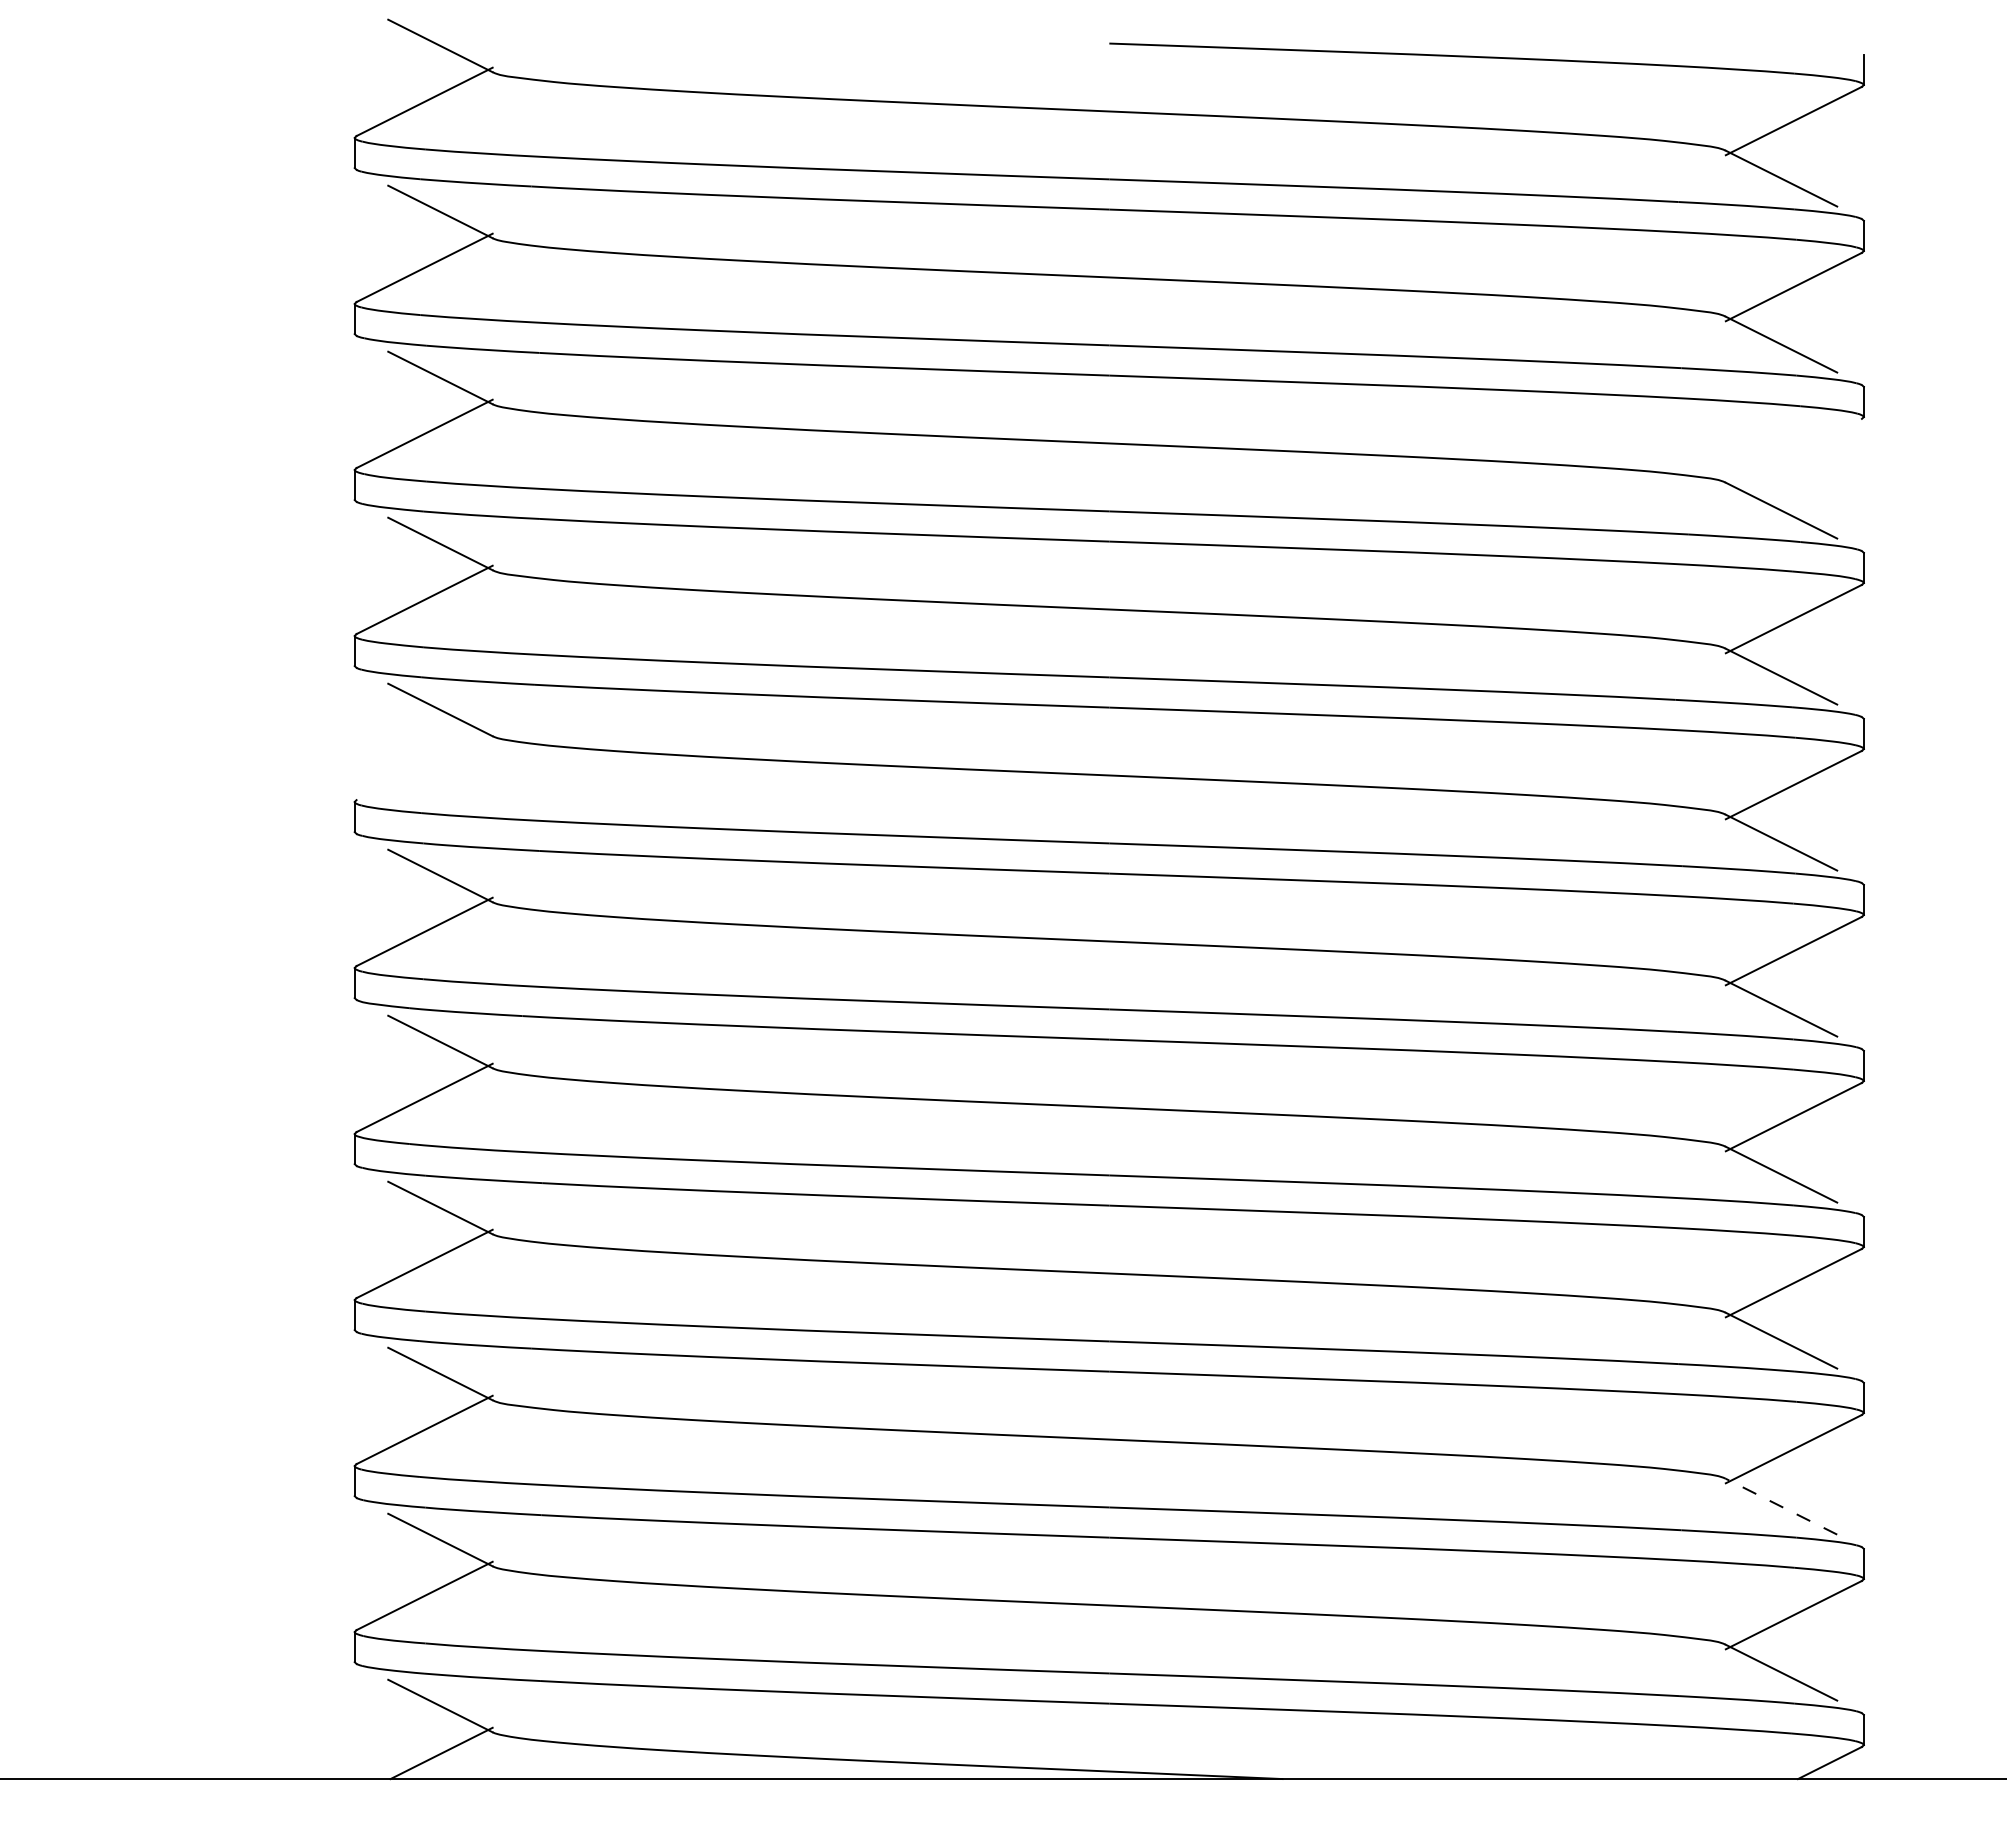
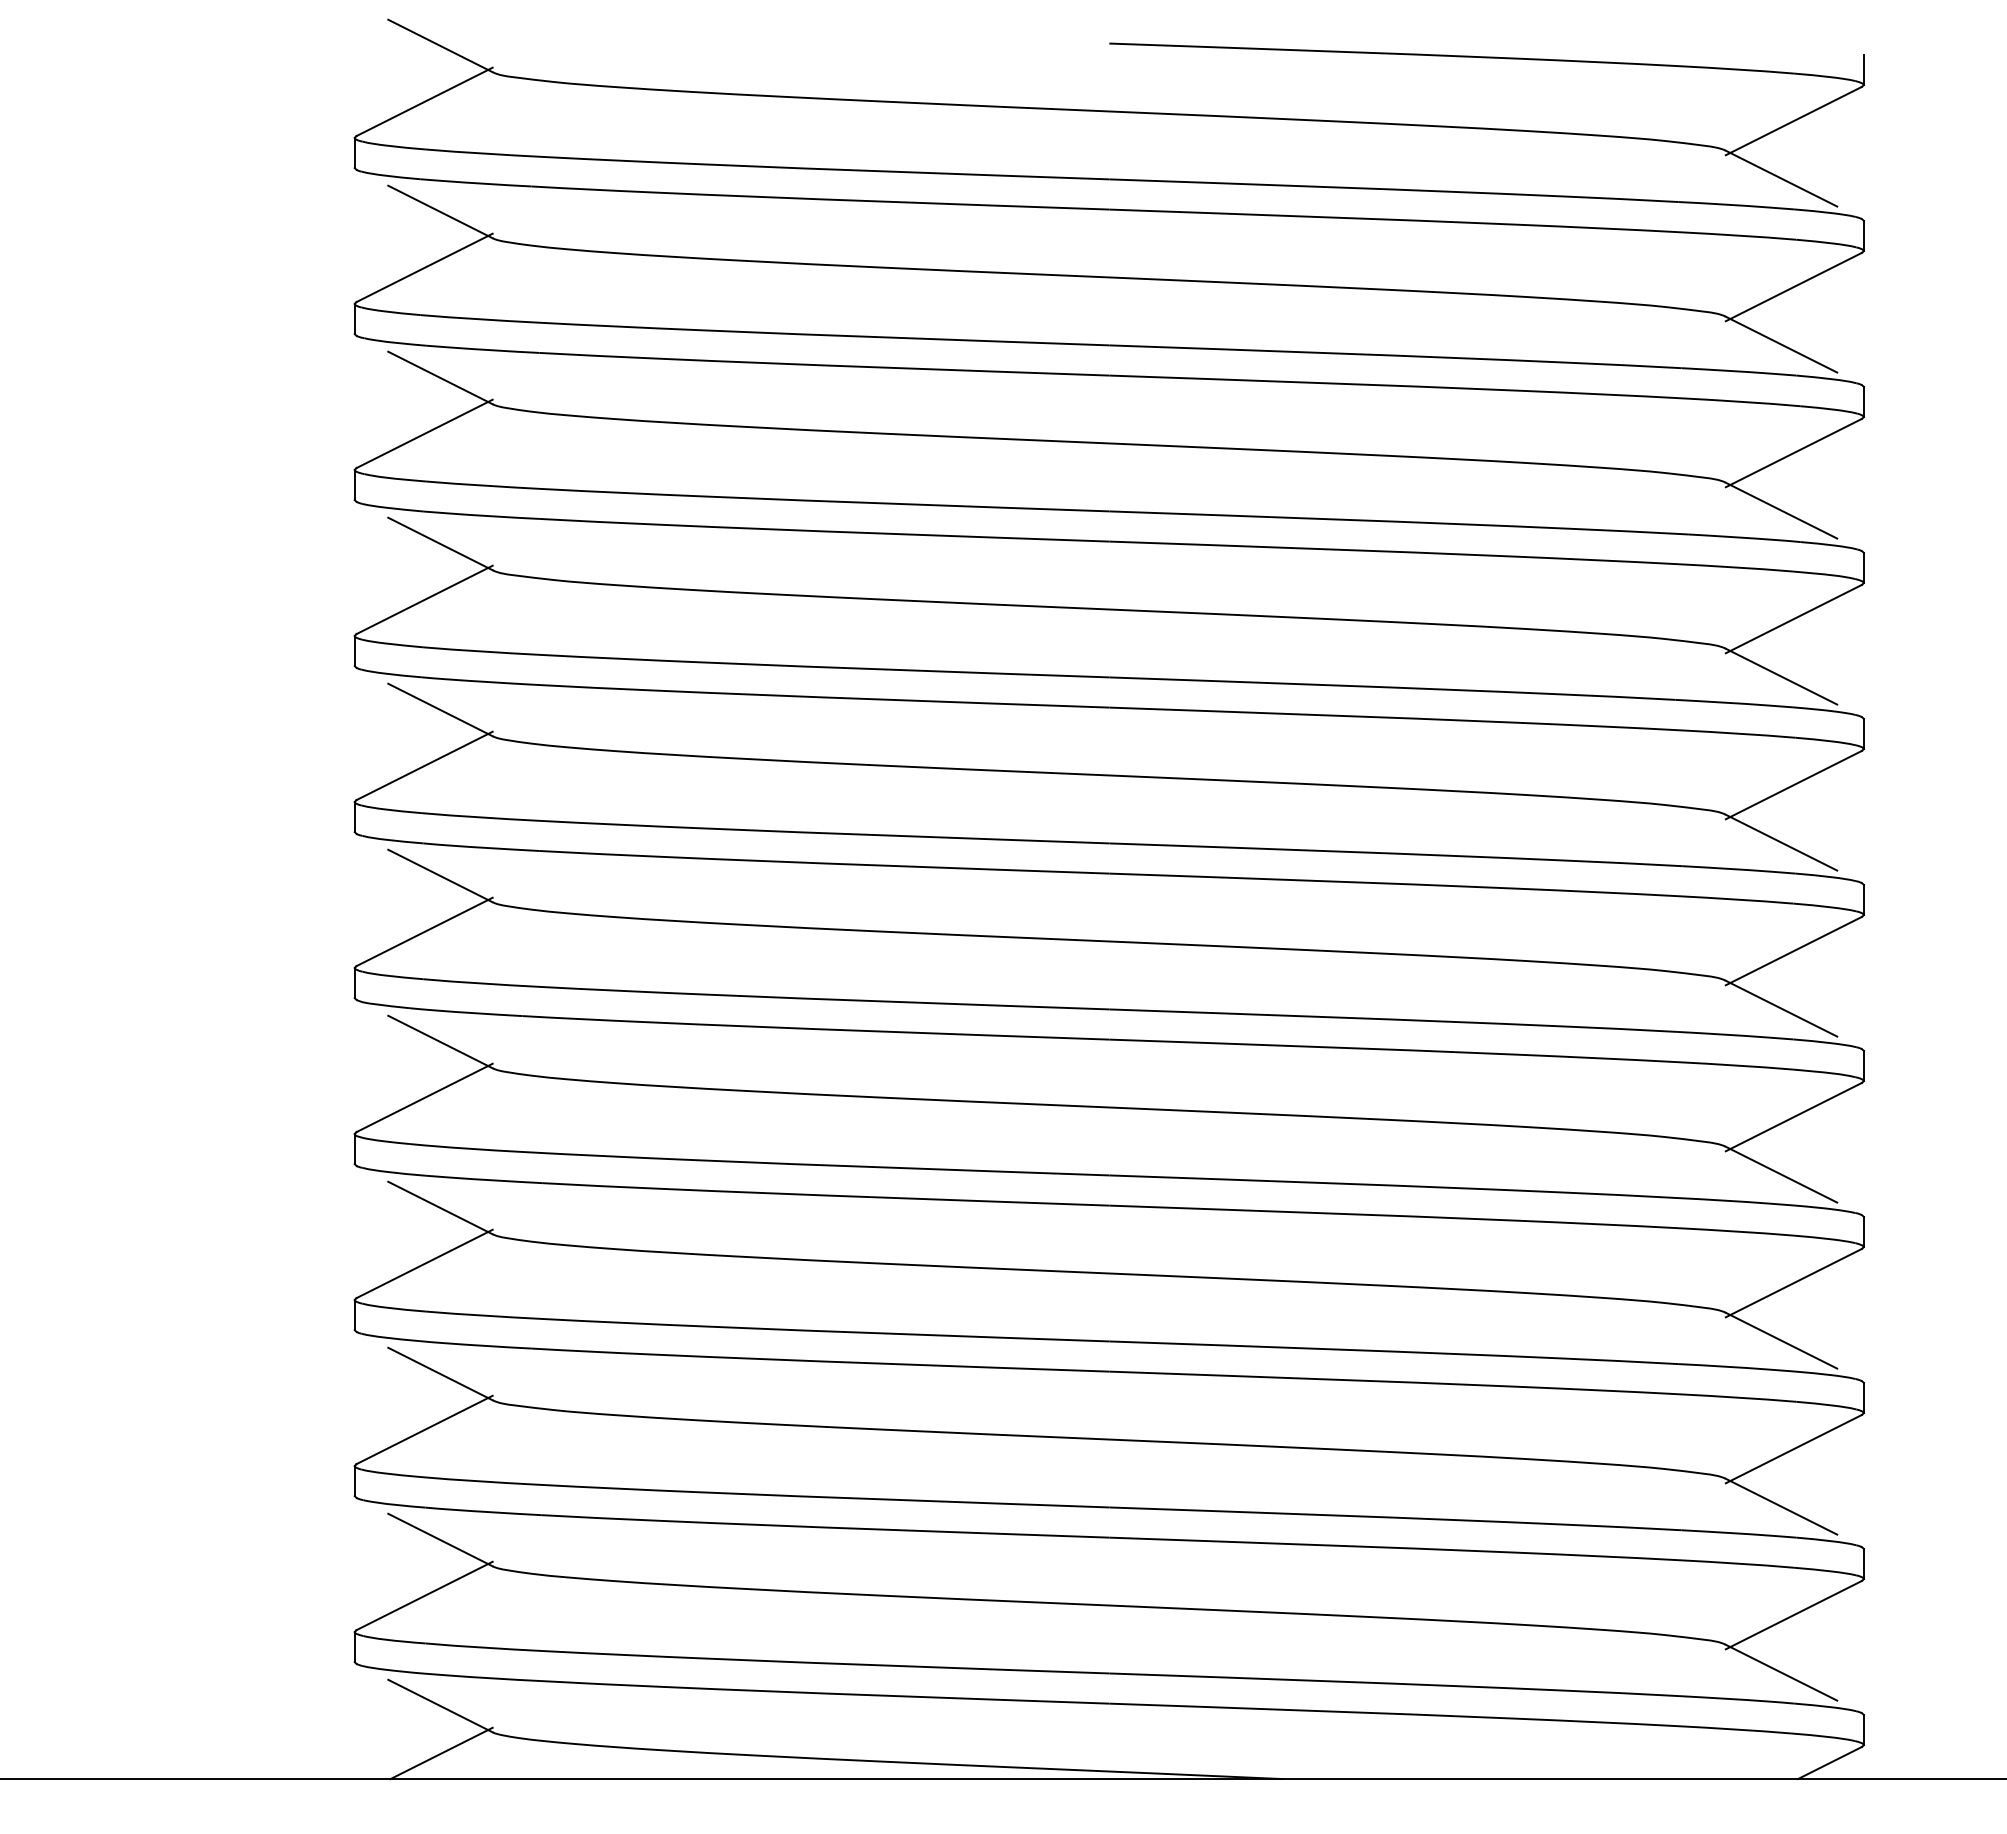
line at (1793, 452): none -> present
line at (424, 765): none -> present
line at (1781, 1506): dashed -> solid
